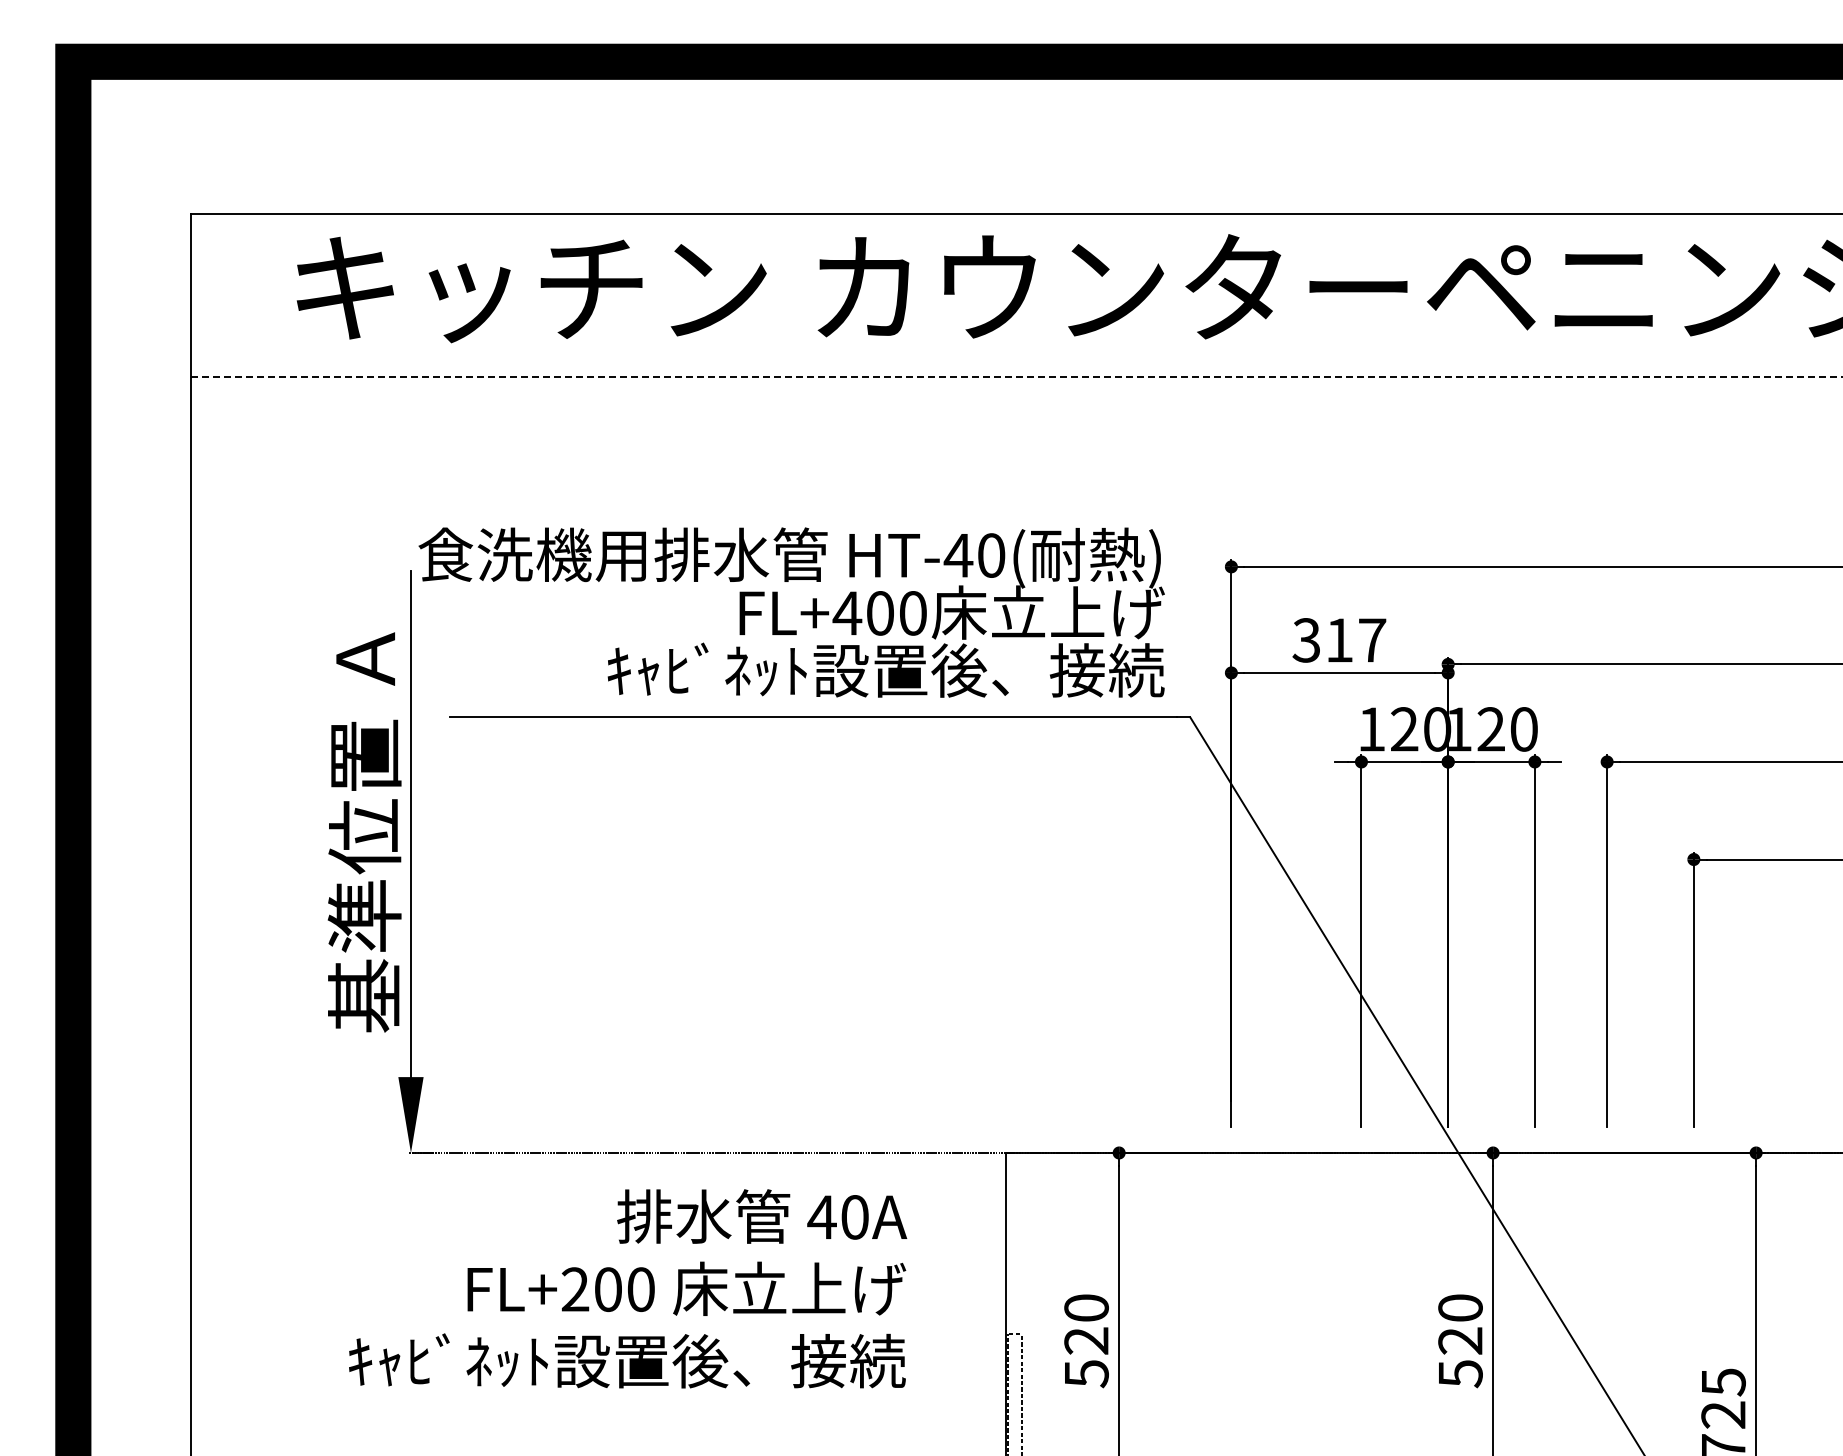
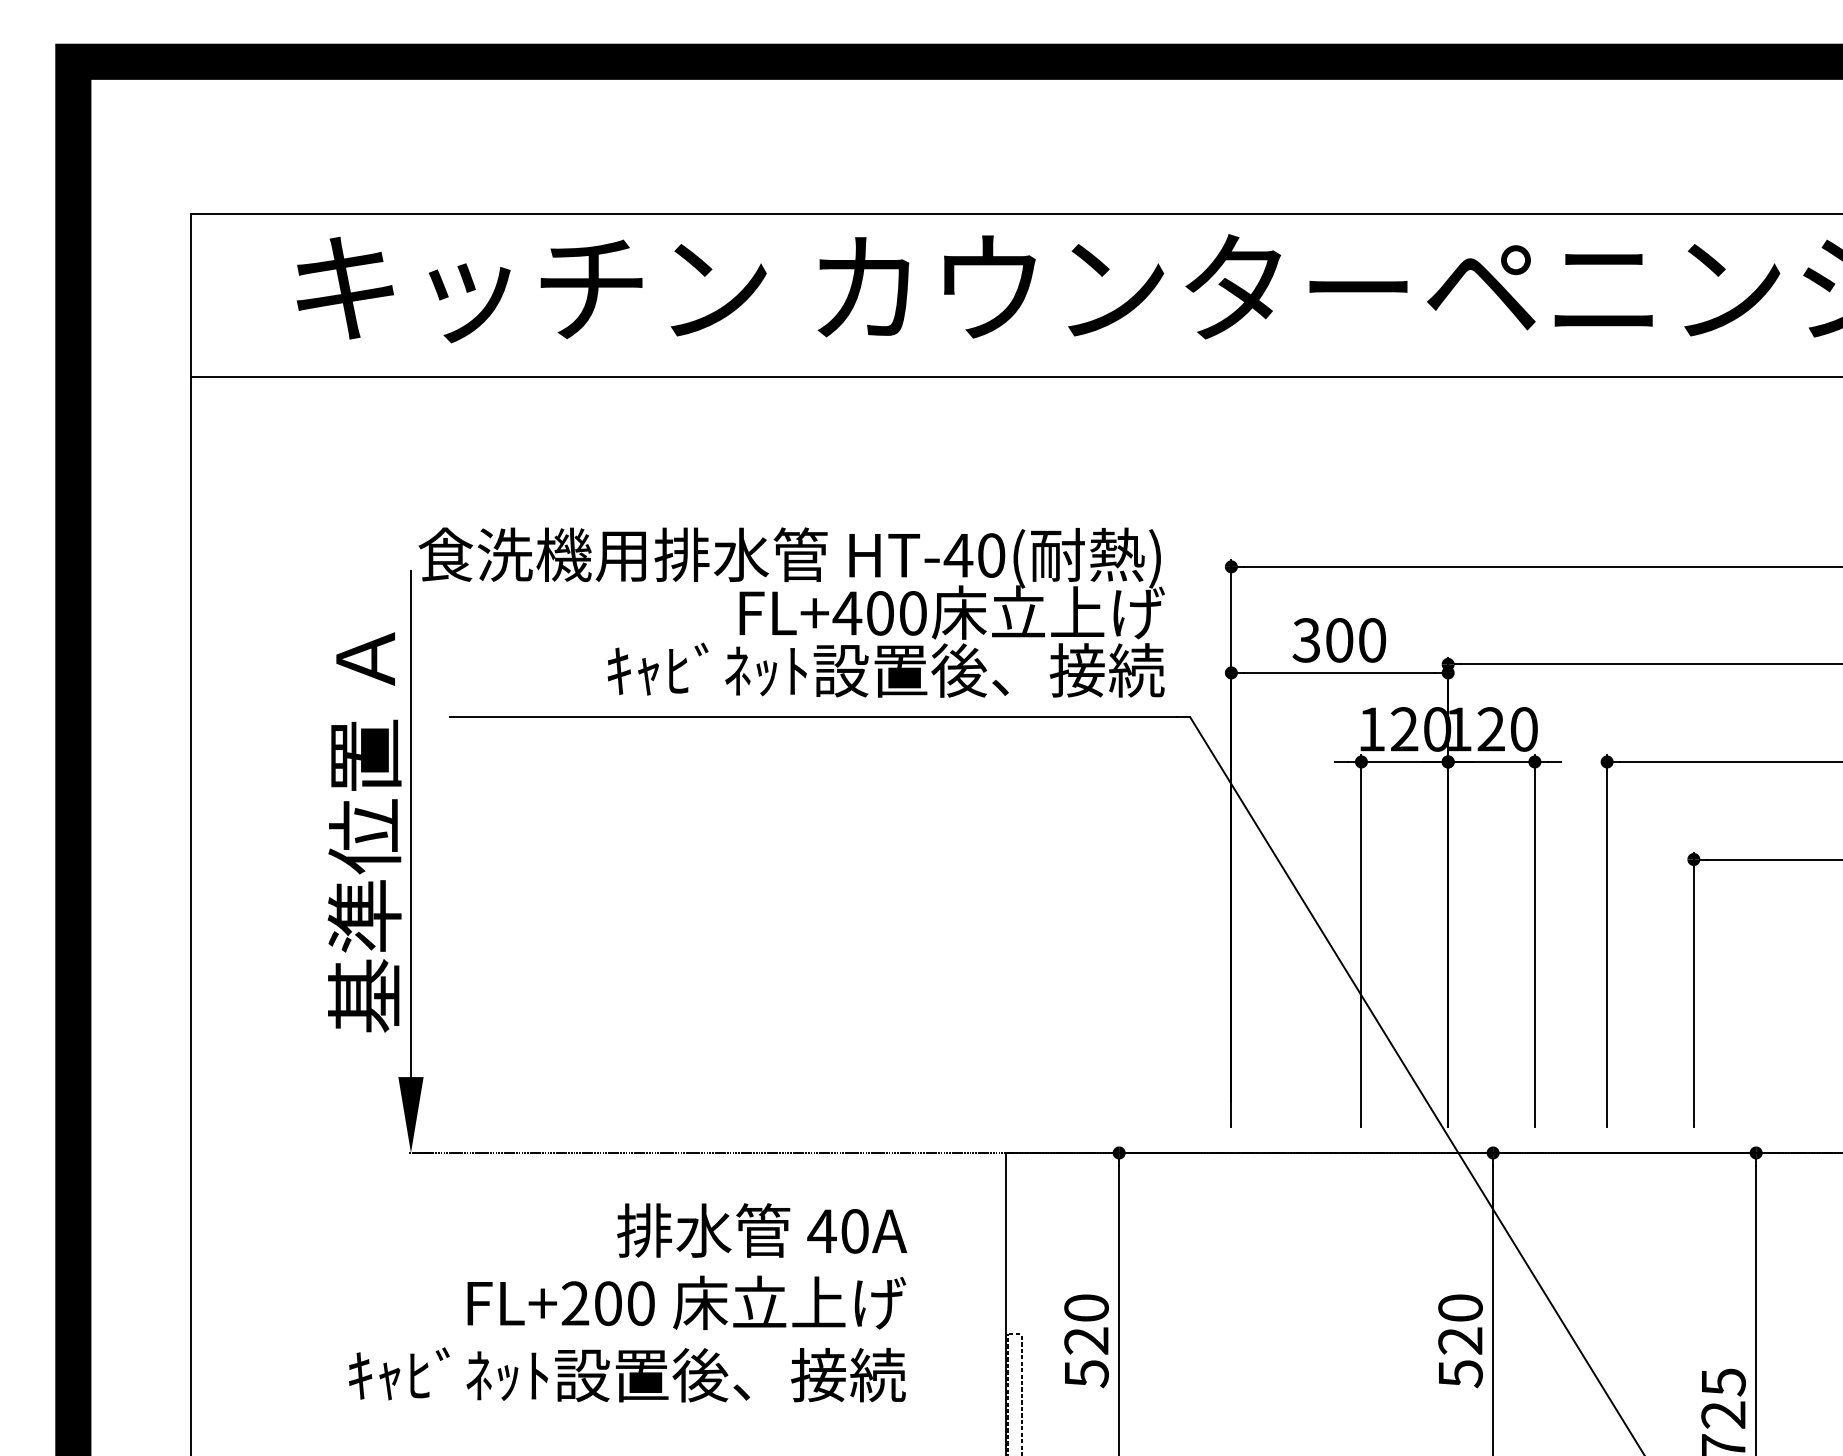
line at (1016, 377): dashed -> solid
text at (1356, 640): 317 -> 300
text at (628, 1288) position: (628, 1288) -> (628, 1302)
